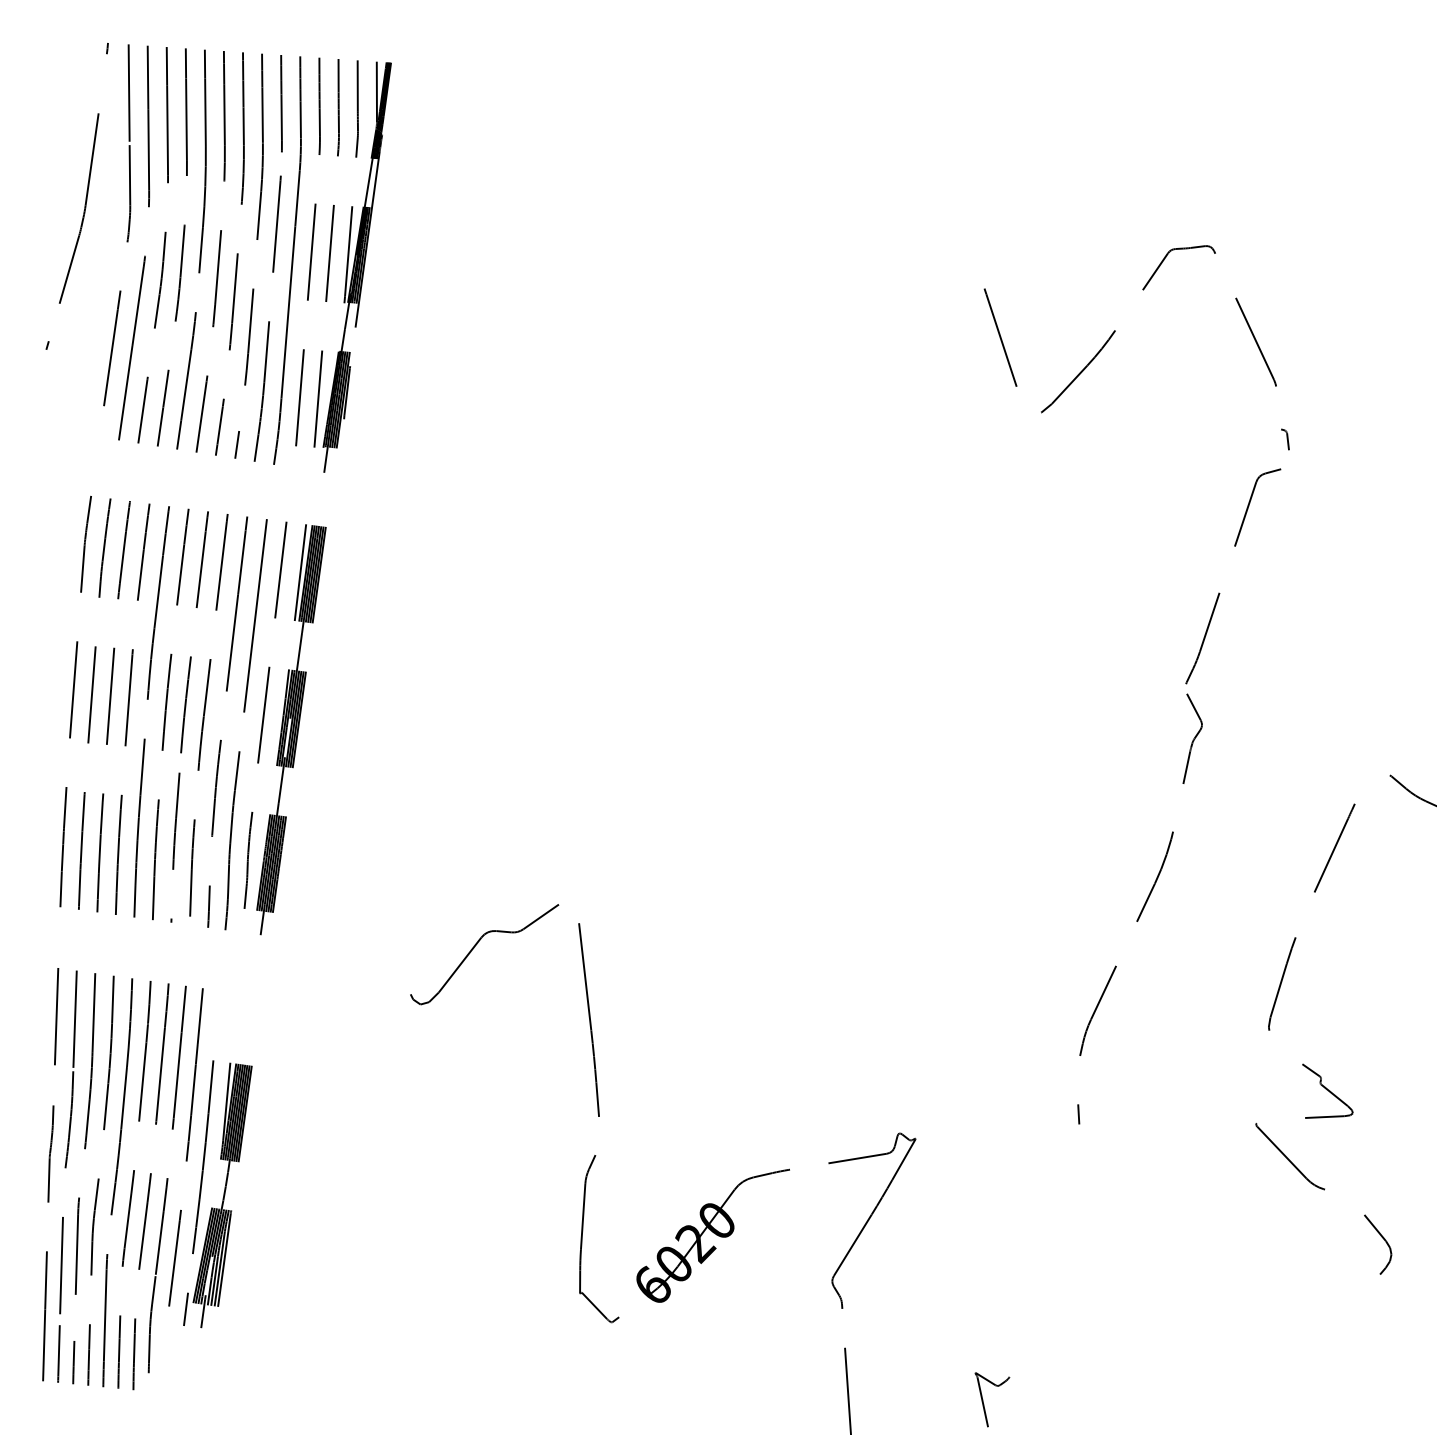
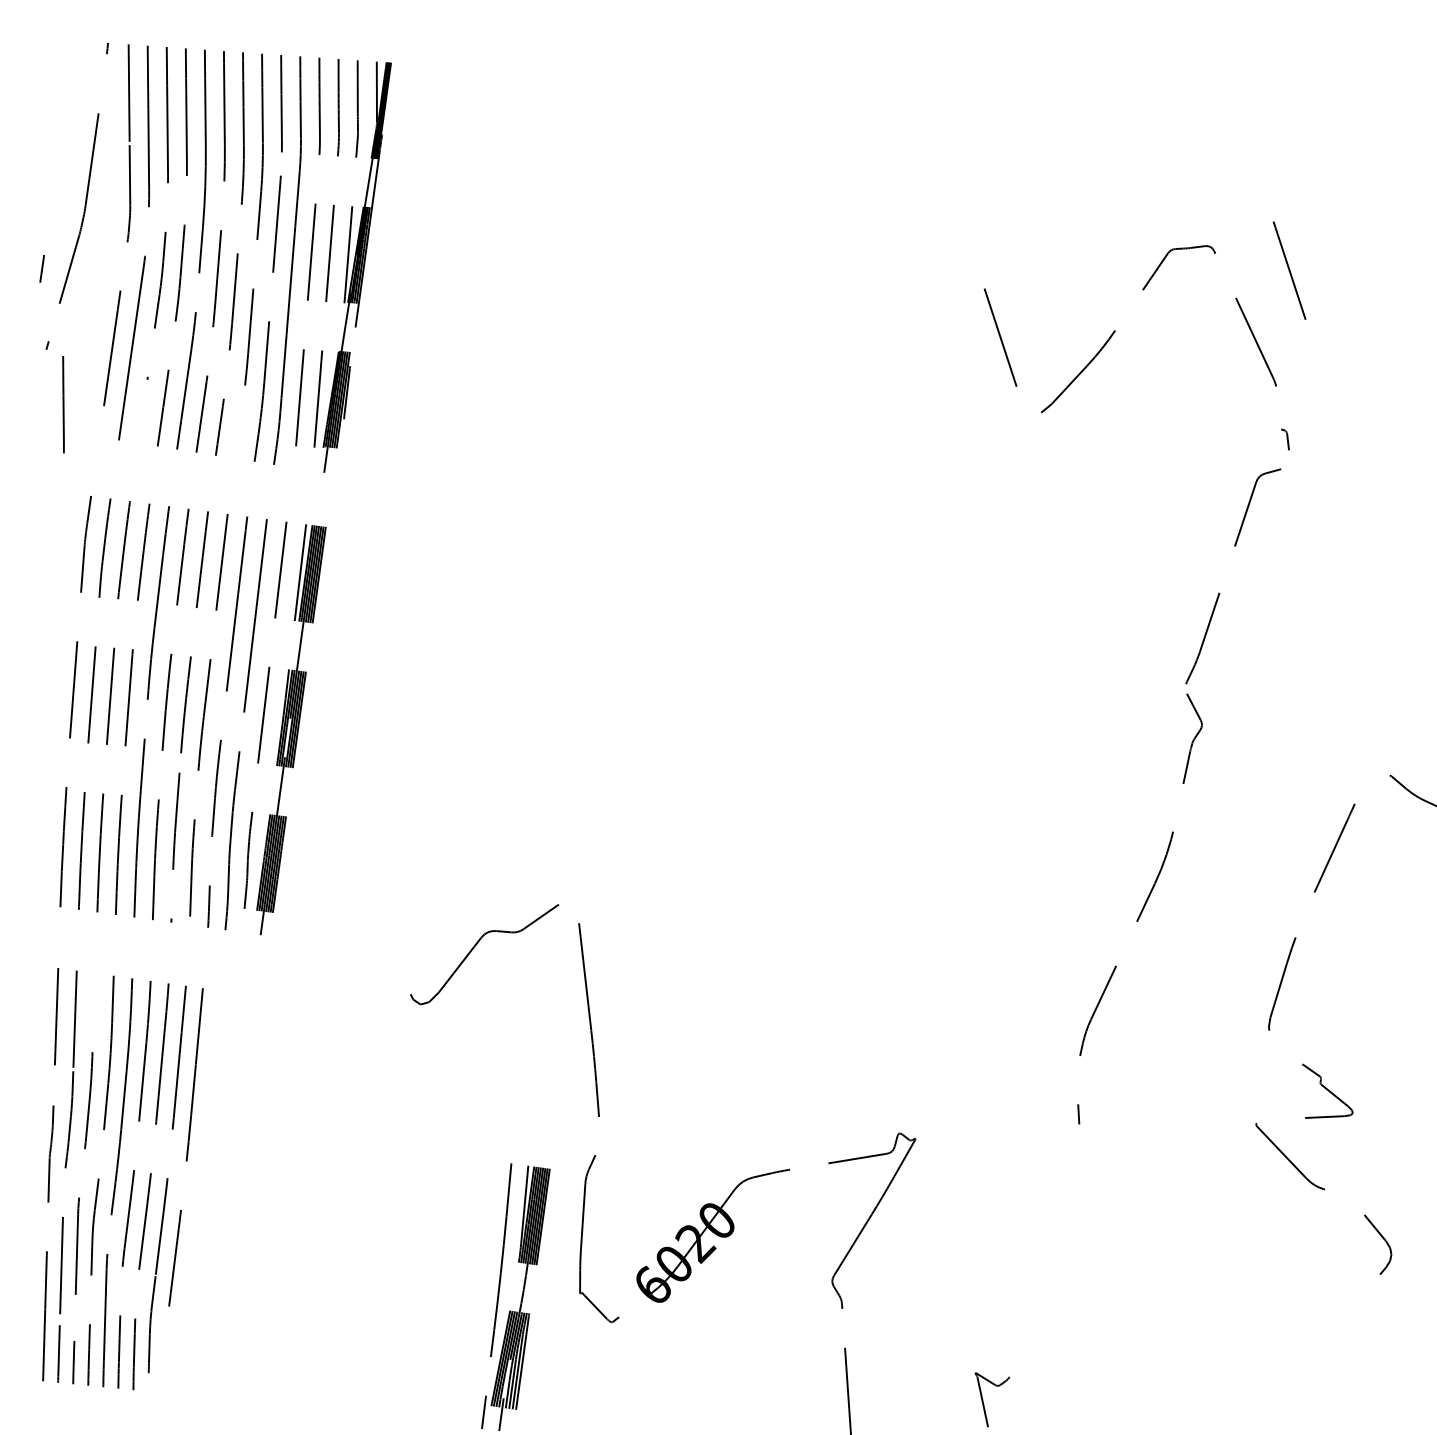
line at (1289, 270): none -> present
line at (63, 404): none -> present
line at (142, 411): present -> none
line at (236, 444) position: (236, 444) -> (41, 268)
line at (93, 1012): present -> none
part at (217, 1194) position: (217, 1194) -> (515, 1297)
